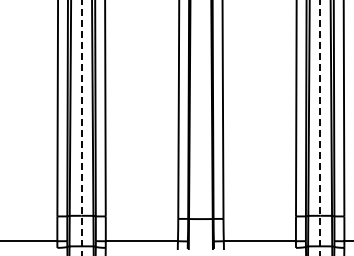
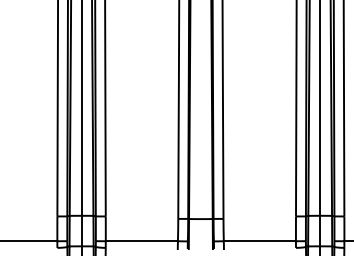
line at (81, 128): dashed -> solid
line at (320, 128): dashed -> solid
